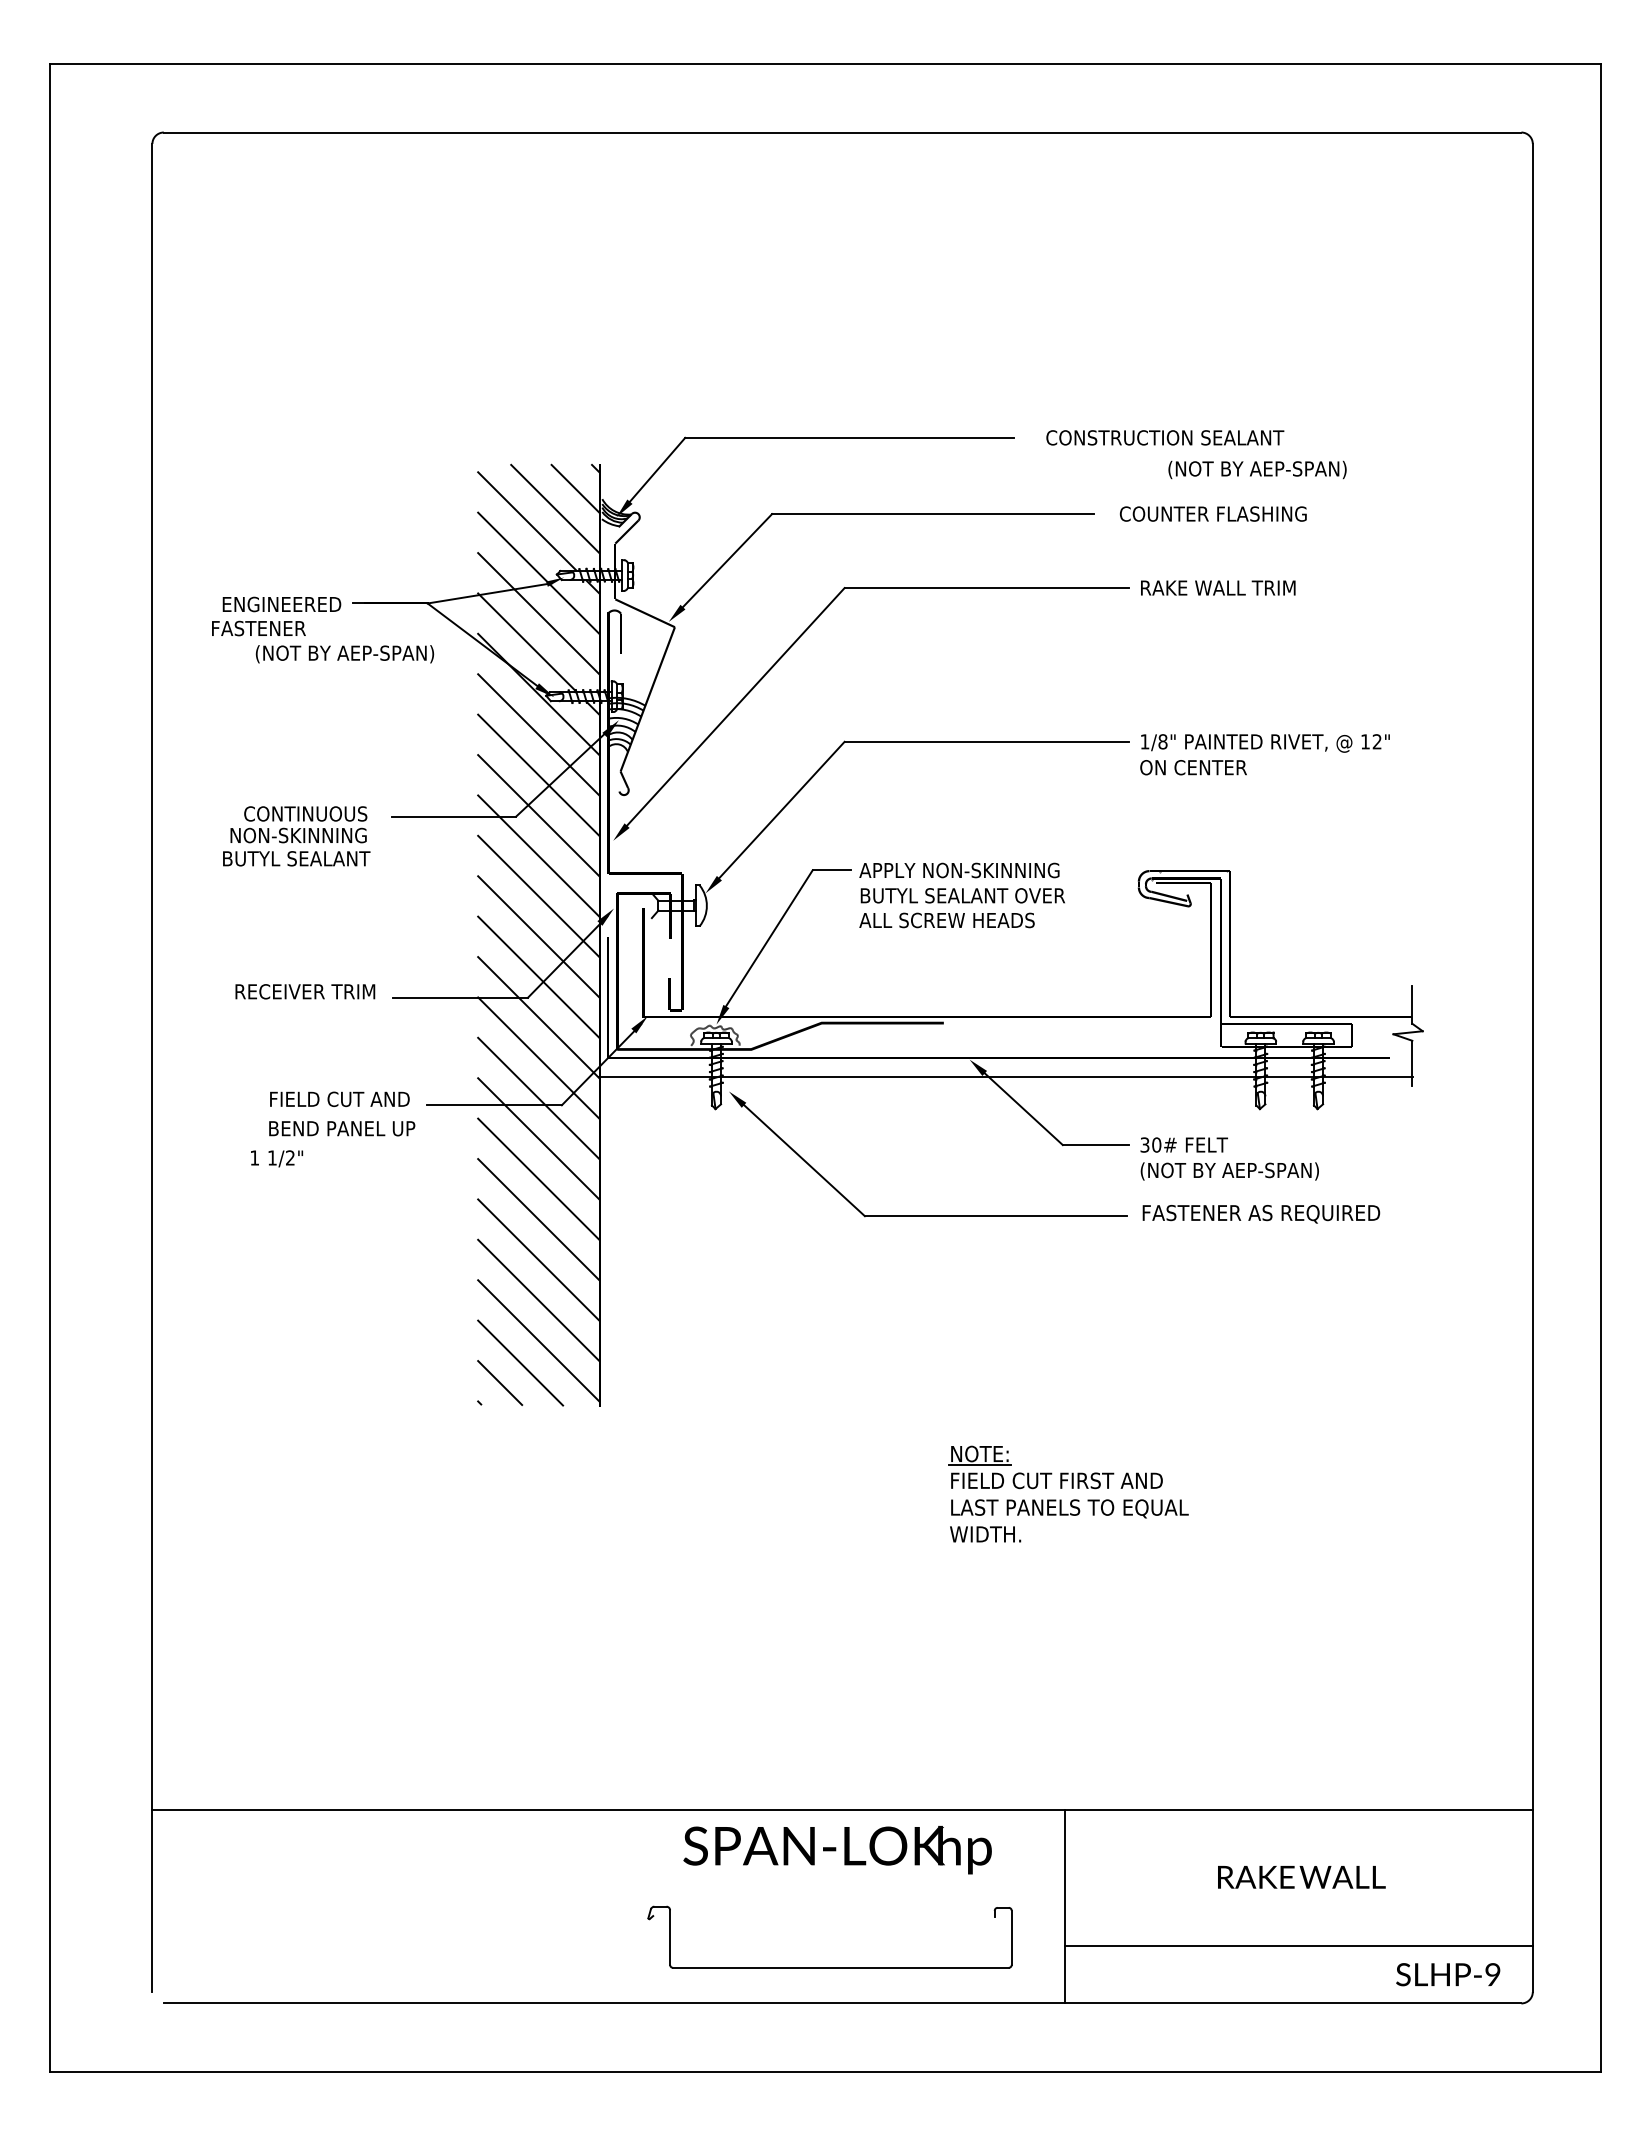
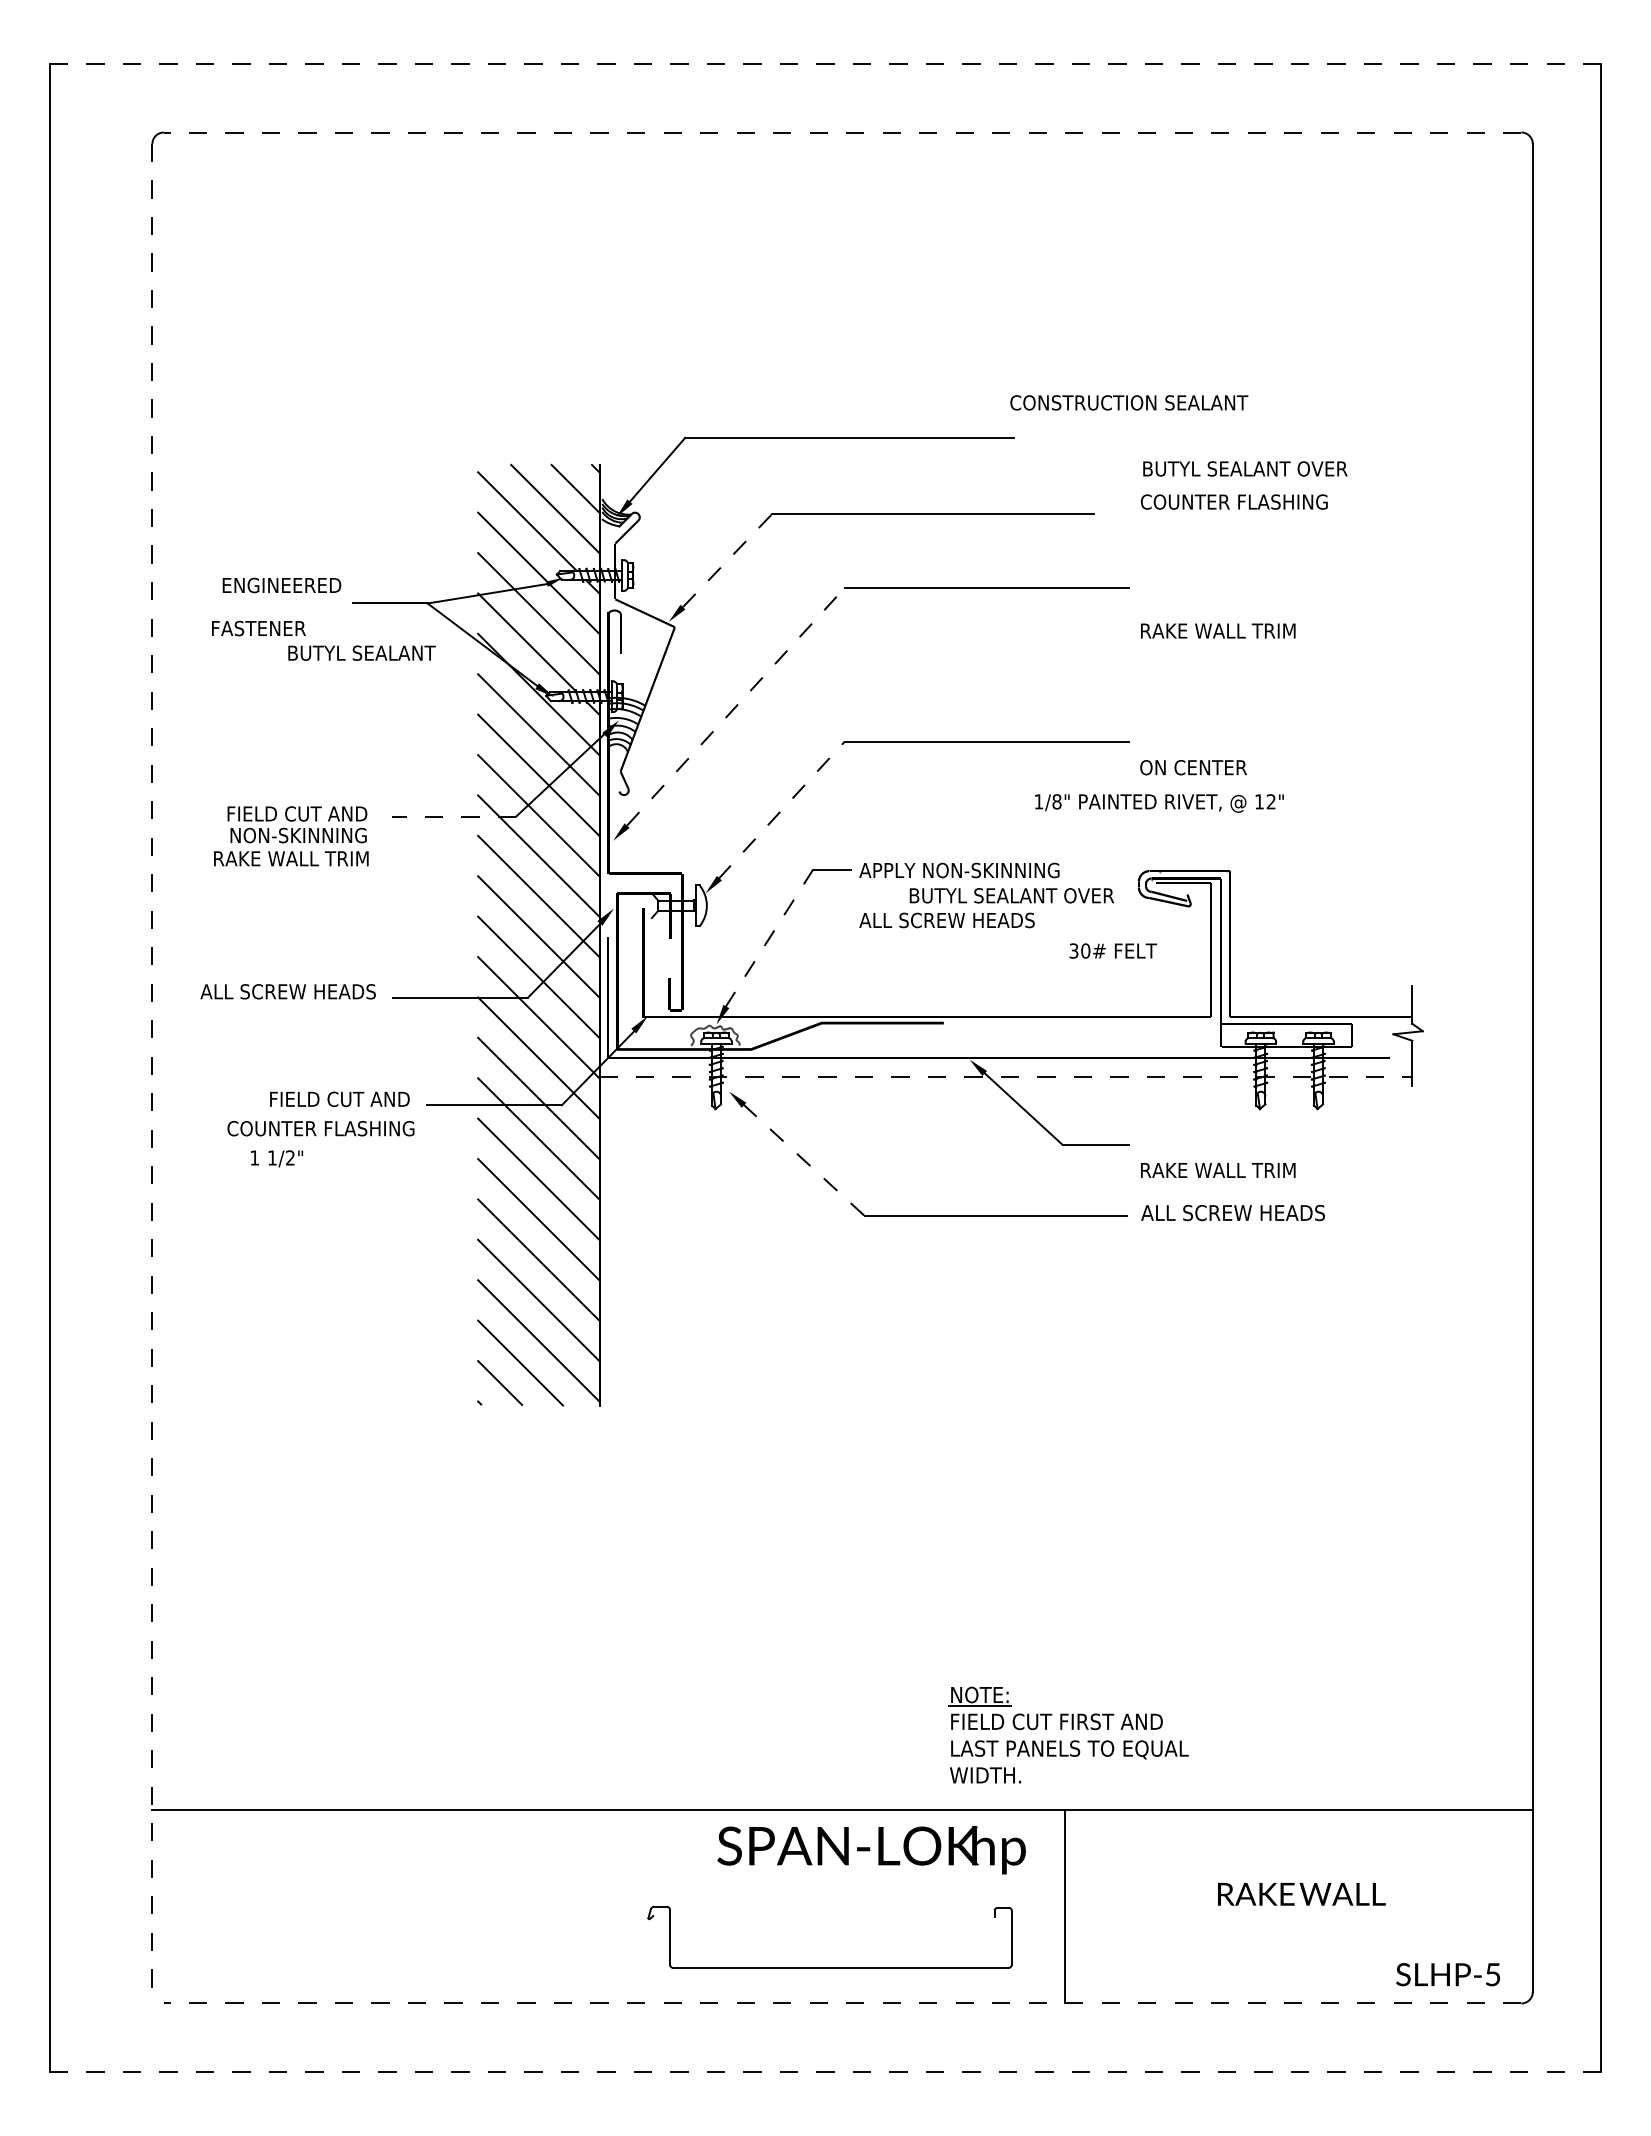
line at (825, 64): solid -> dashed
line at (842, 132): solid -> dashed
text at (1165, 437) position: (1165, 437) -> (1129, 402)
text at (1245, 469): (NOT BY AEP-SPAN) -> BUTYL SEALANT OVER
text at (1212, 513) position: (1212, 513) -> (1233, 501)
line at (727, 560): solid -> dashed
text at (1218, 587) position: (1218, 587) -> (1218, 630)
text at (281, 604) position: (281, 604) -> (281, 585)
text at (345, 654): (NOT BY AEP-SPAN) -> BUTYL SEALANT
line at (736, 706): solid -> dashed
text at (1265, 743) position: (1265, 743) -> (1159, 803)
line at (781, 810): solid -> dashed
text at (297, 813): CONTINUOUS -> FIELD CUT AND
line at (453, 816): solid -> dashed
text at (292, 858): BUTYL SEALANT -> RAKE WALL TRIM
text at (962, 895) position: (962, 895) -> (1011, 895)
line at (769, 938): solid -> dashed
text at (287, 991): RECEIVER TRIM -> ALL SCREW HEADS
line at (152, 1068): solid -> dashed
line at (1005, 1076): solid -> dashed
text at (321, 1128): BEND PANEL UP -> COUNTER FLASHING
text at (1183, 1144) position: (1183, 1144) -> (1112, 950)
line at (804, 1160): solid -> dashed
text at (1229, 1171): (NOT BY AEP-SPAN) -> RAKE WALL TRIM
text at (1260, 1214): FASTENER AS REQUIRED -> ALL SCREW HEADS
part at (1068, 1493) position: (1068, 1493) -> (1068, 1734)
text at (837, 1850) position: (837, 1850) -> (871, 1850)
text at (1301, 1877) position: (1301, 1877) -> (1301, 1894)
line at (1298, 1946): present -> none
text at (1492, 1974): SLHP-9 -> SLHP-5
line at (842, 2003): solid -> dashed
line at (825, 2071): solid -> dashed
